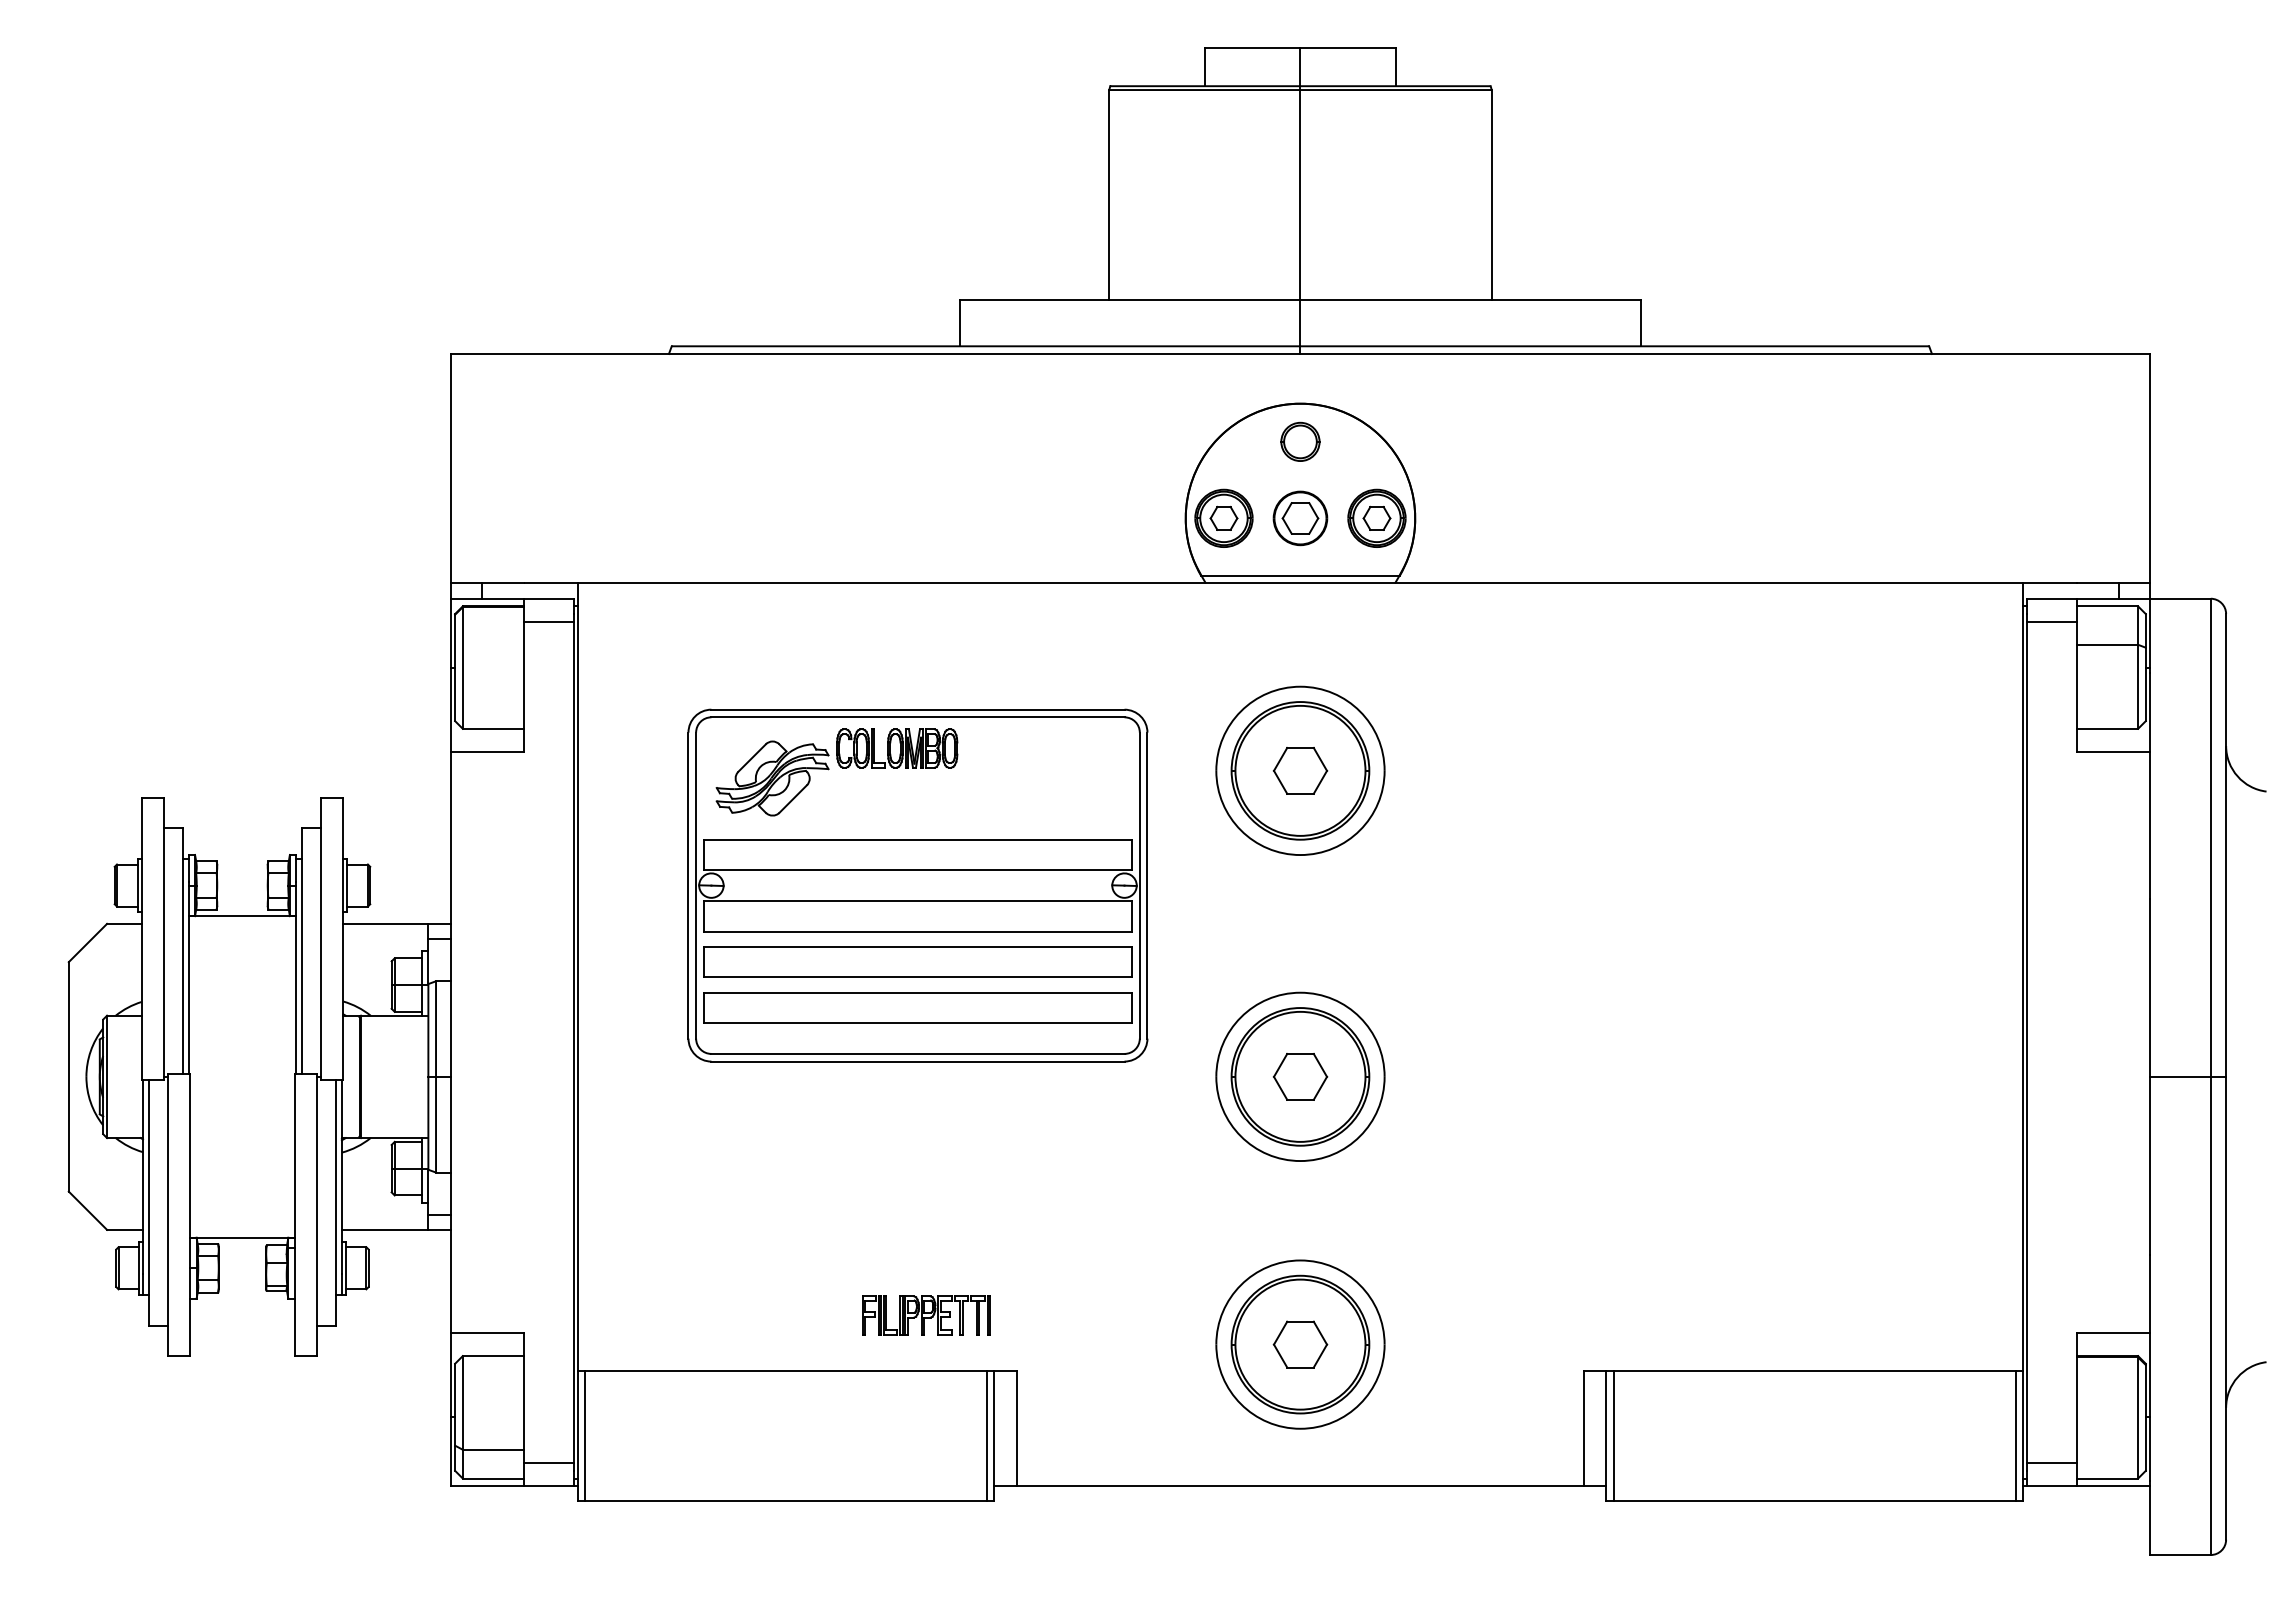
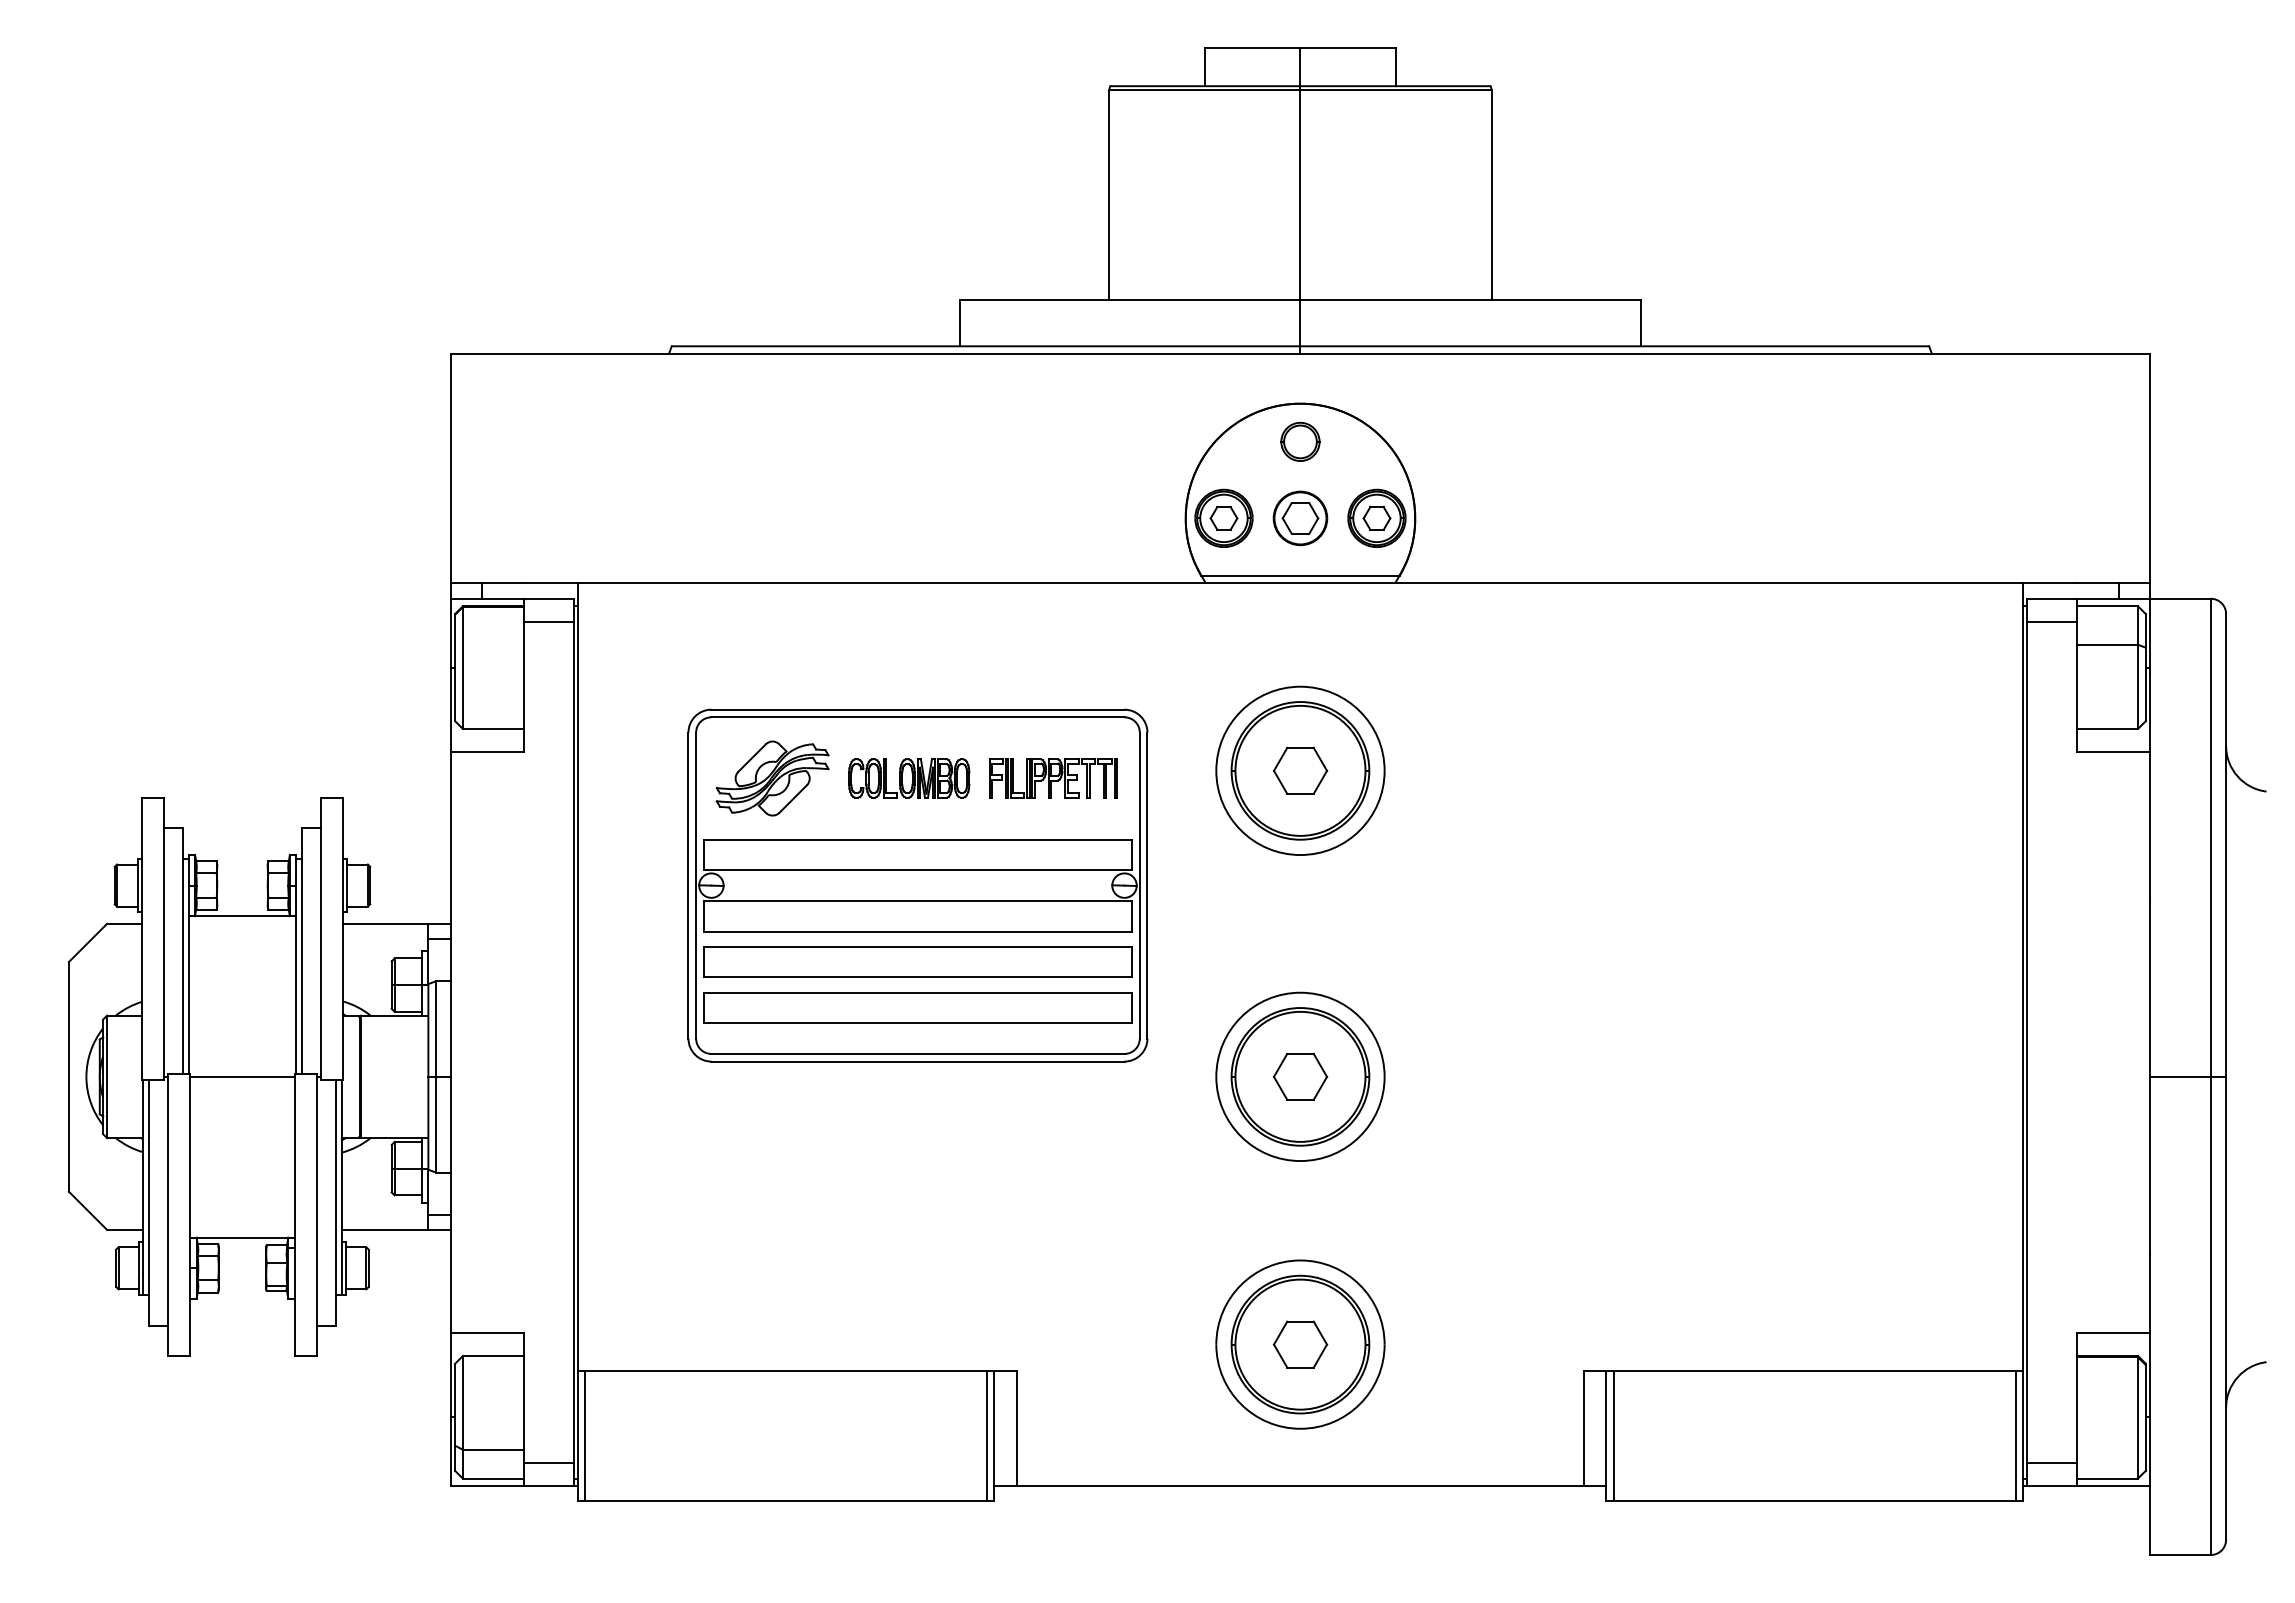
part at (897, 748) position: (897, 748) -> (909, 778)
line at (242, 1076): none -> present
part at (926, 1315) position: (926, 1315) -> (1053, 778)
